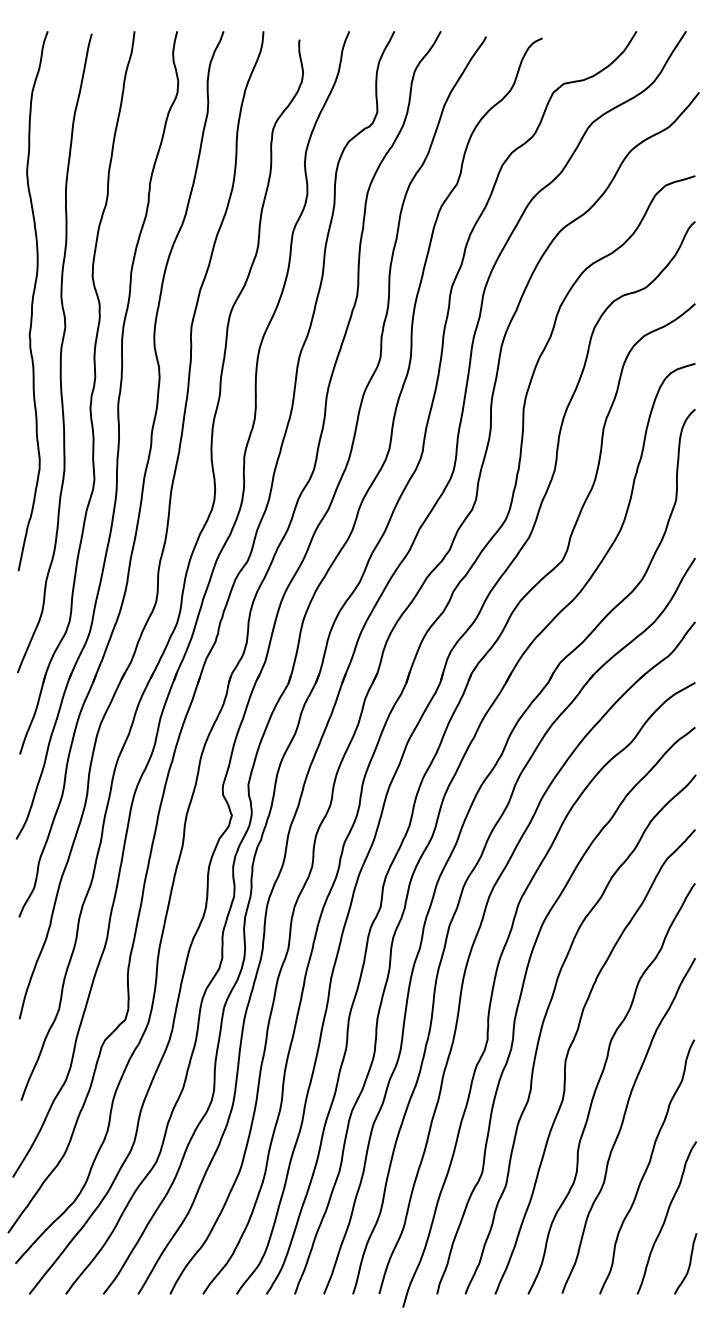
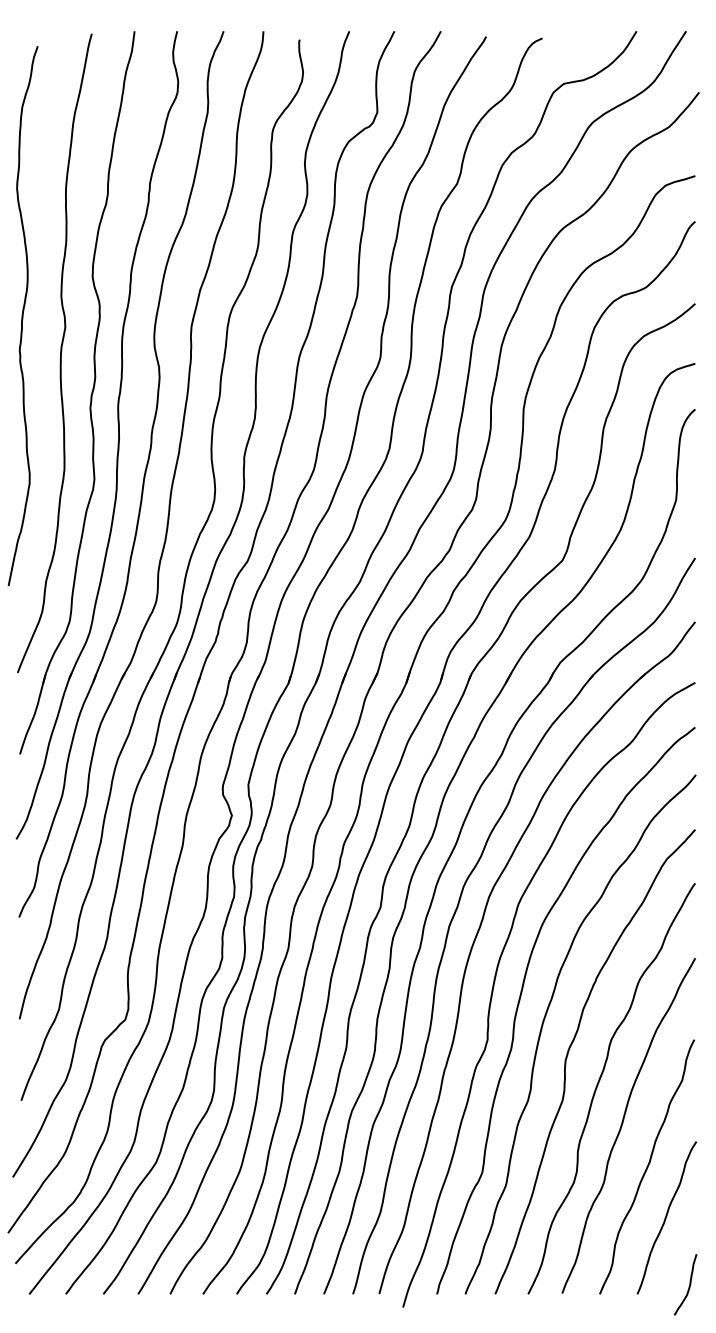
curve at (32, 301) position: (32, 301) -> (22, 316)
curve at (688, 1265) position: (688, 1265) -> (688, 1286)
